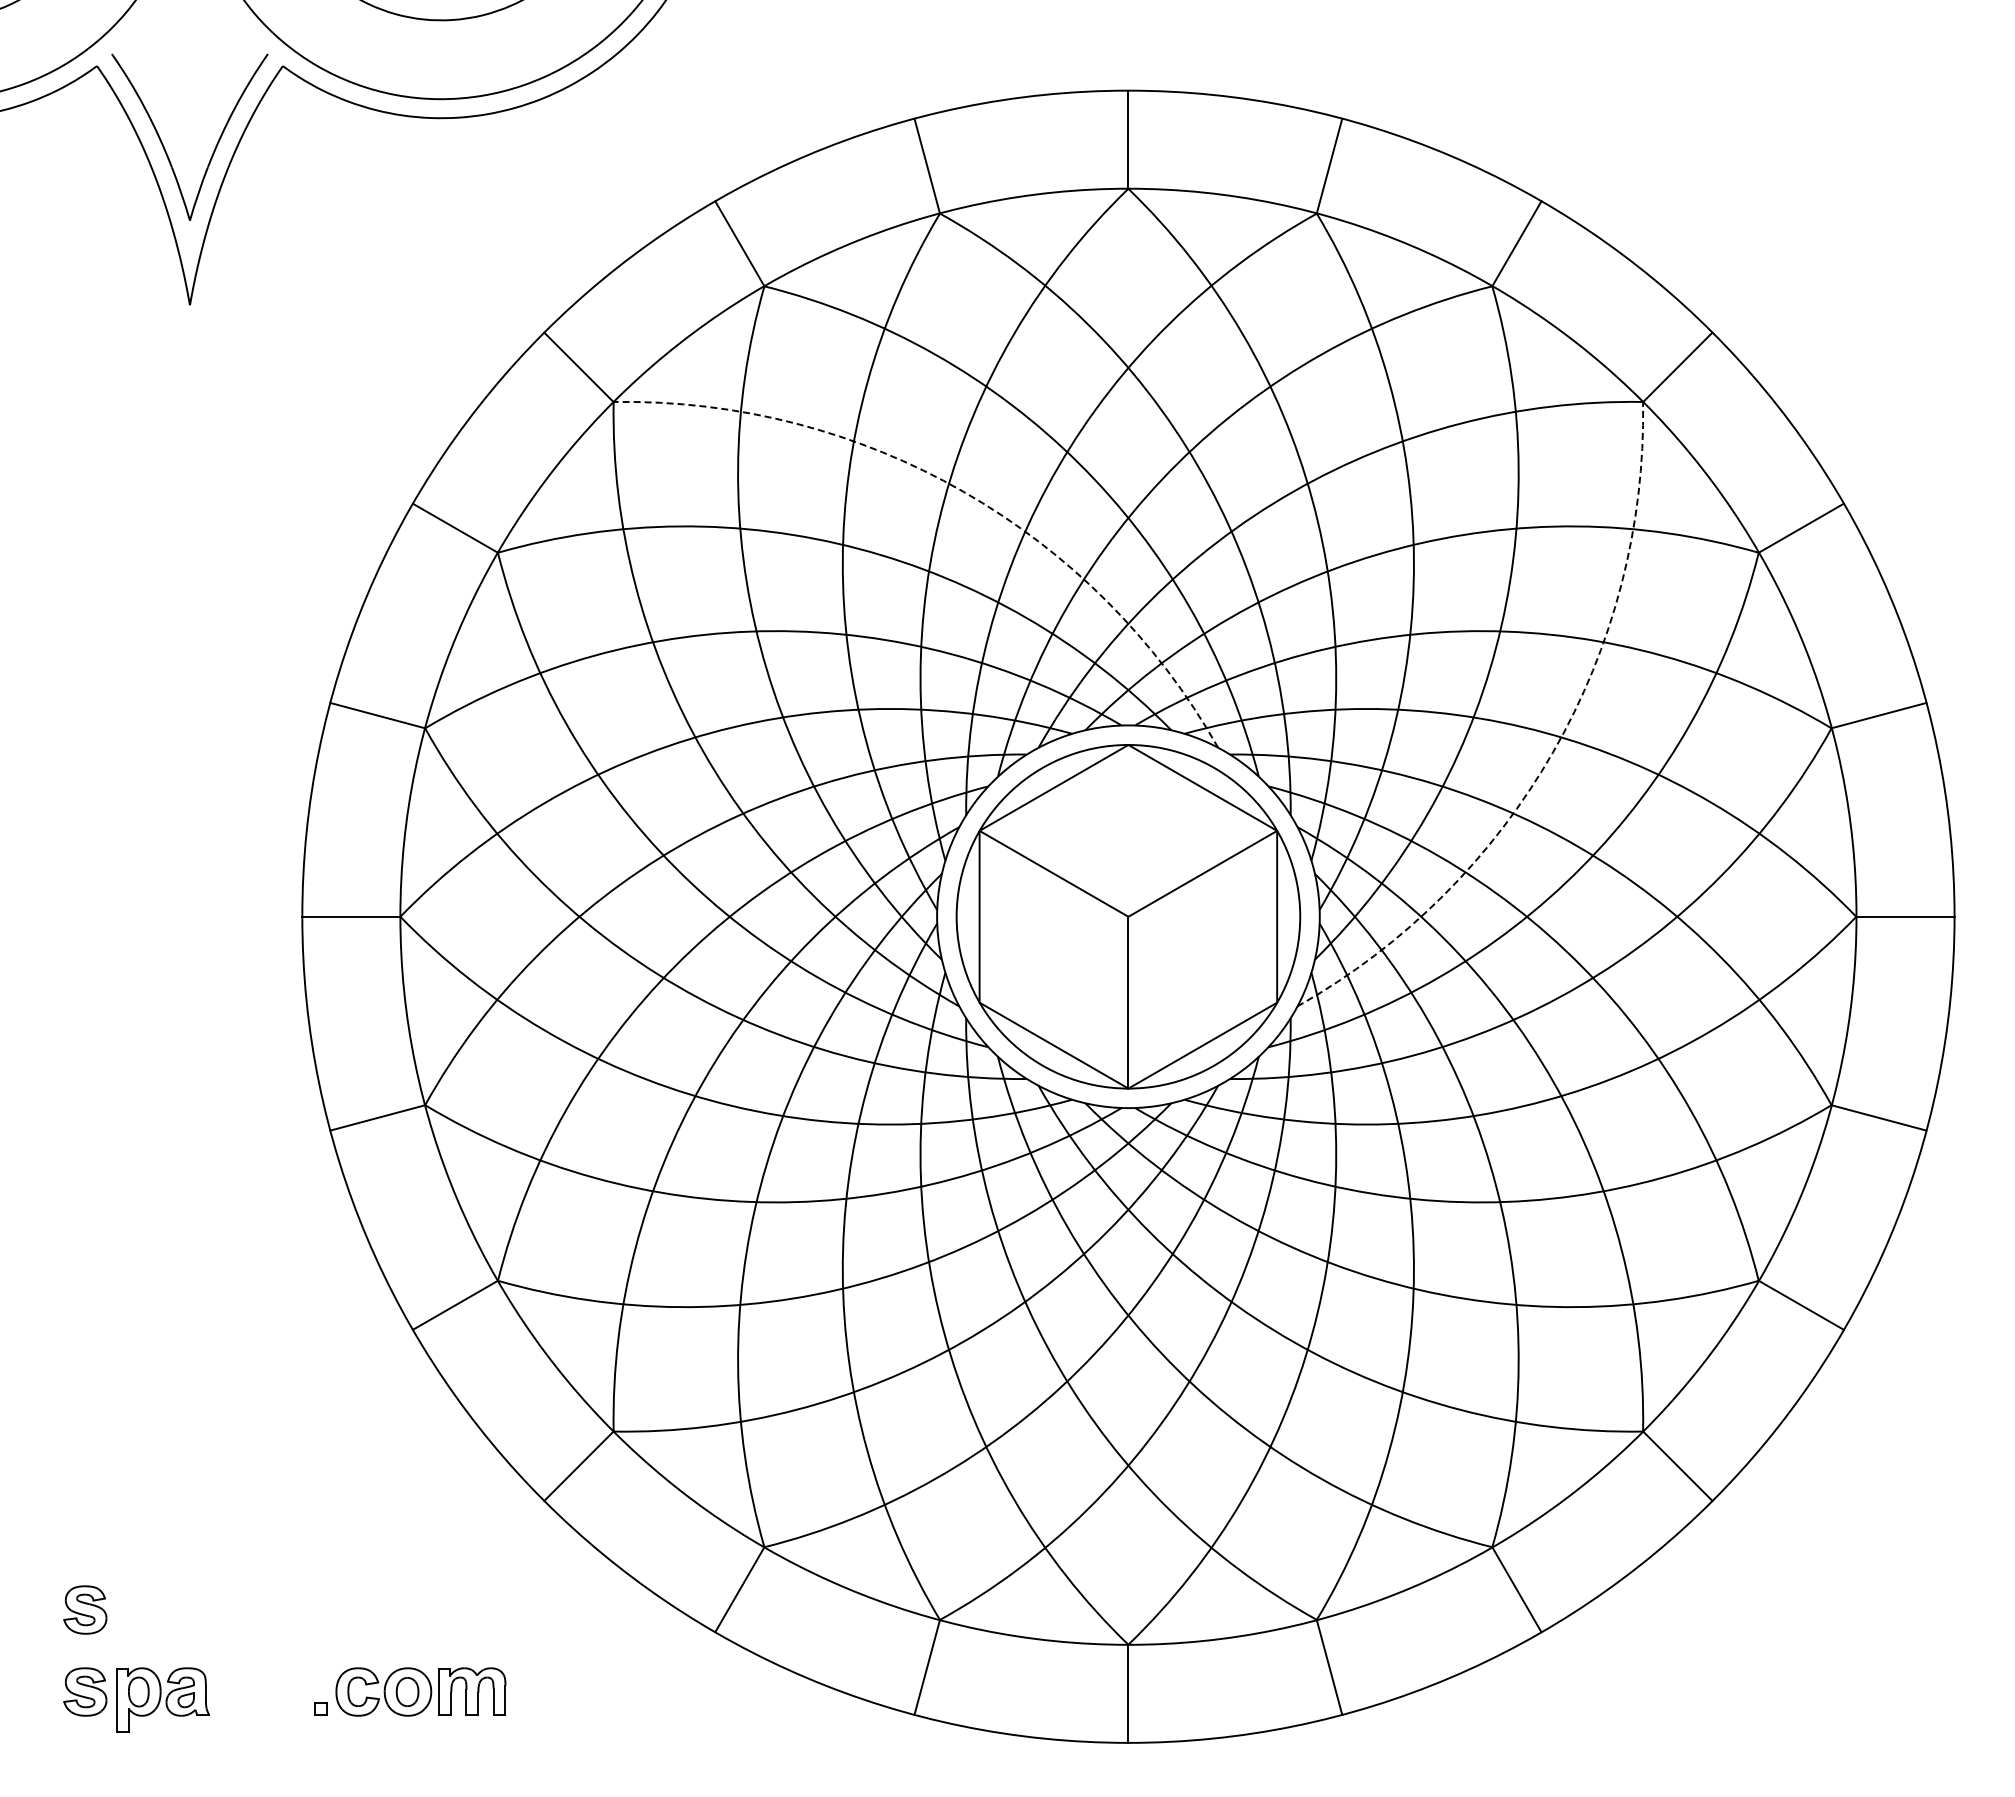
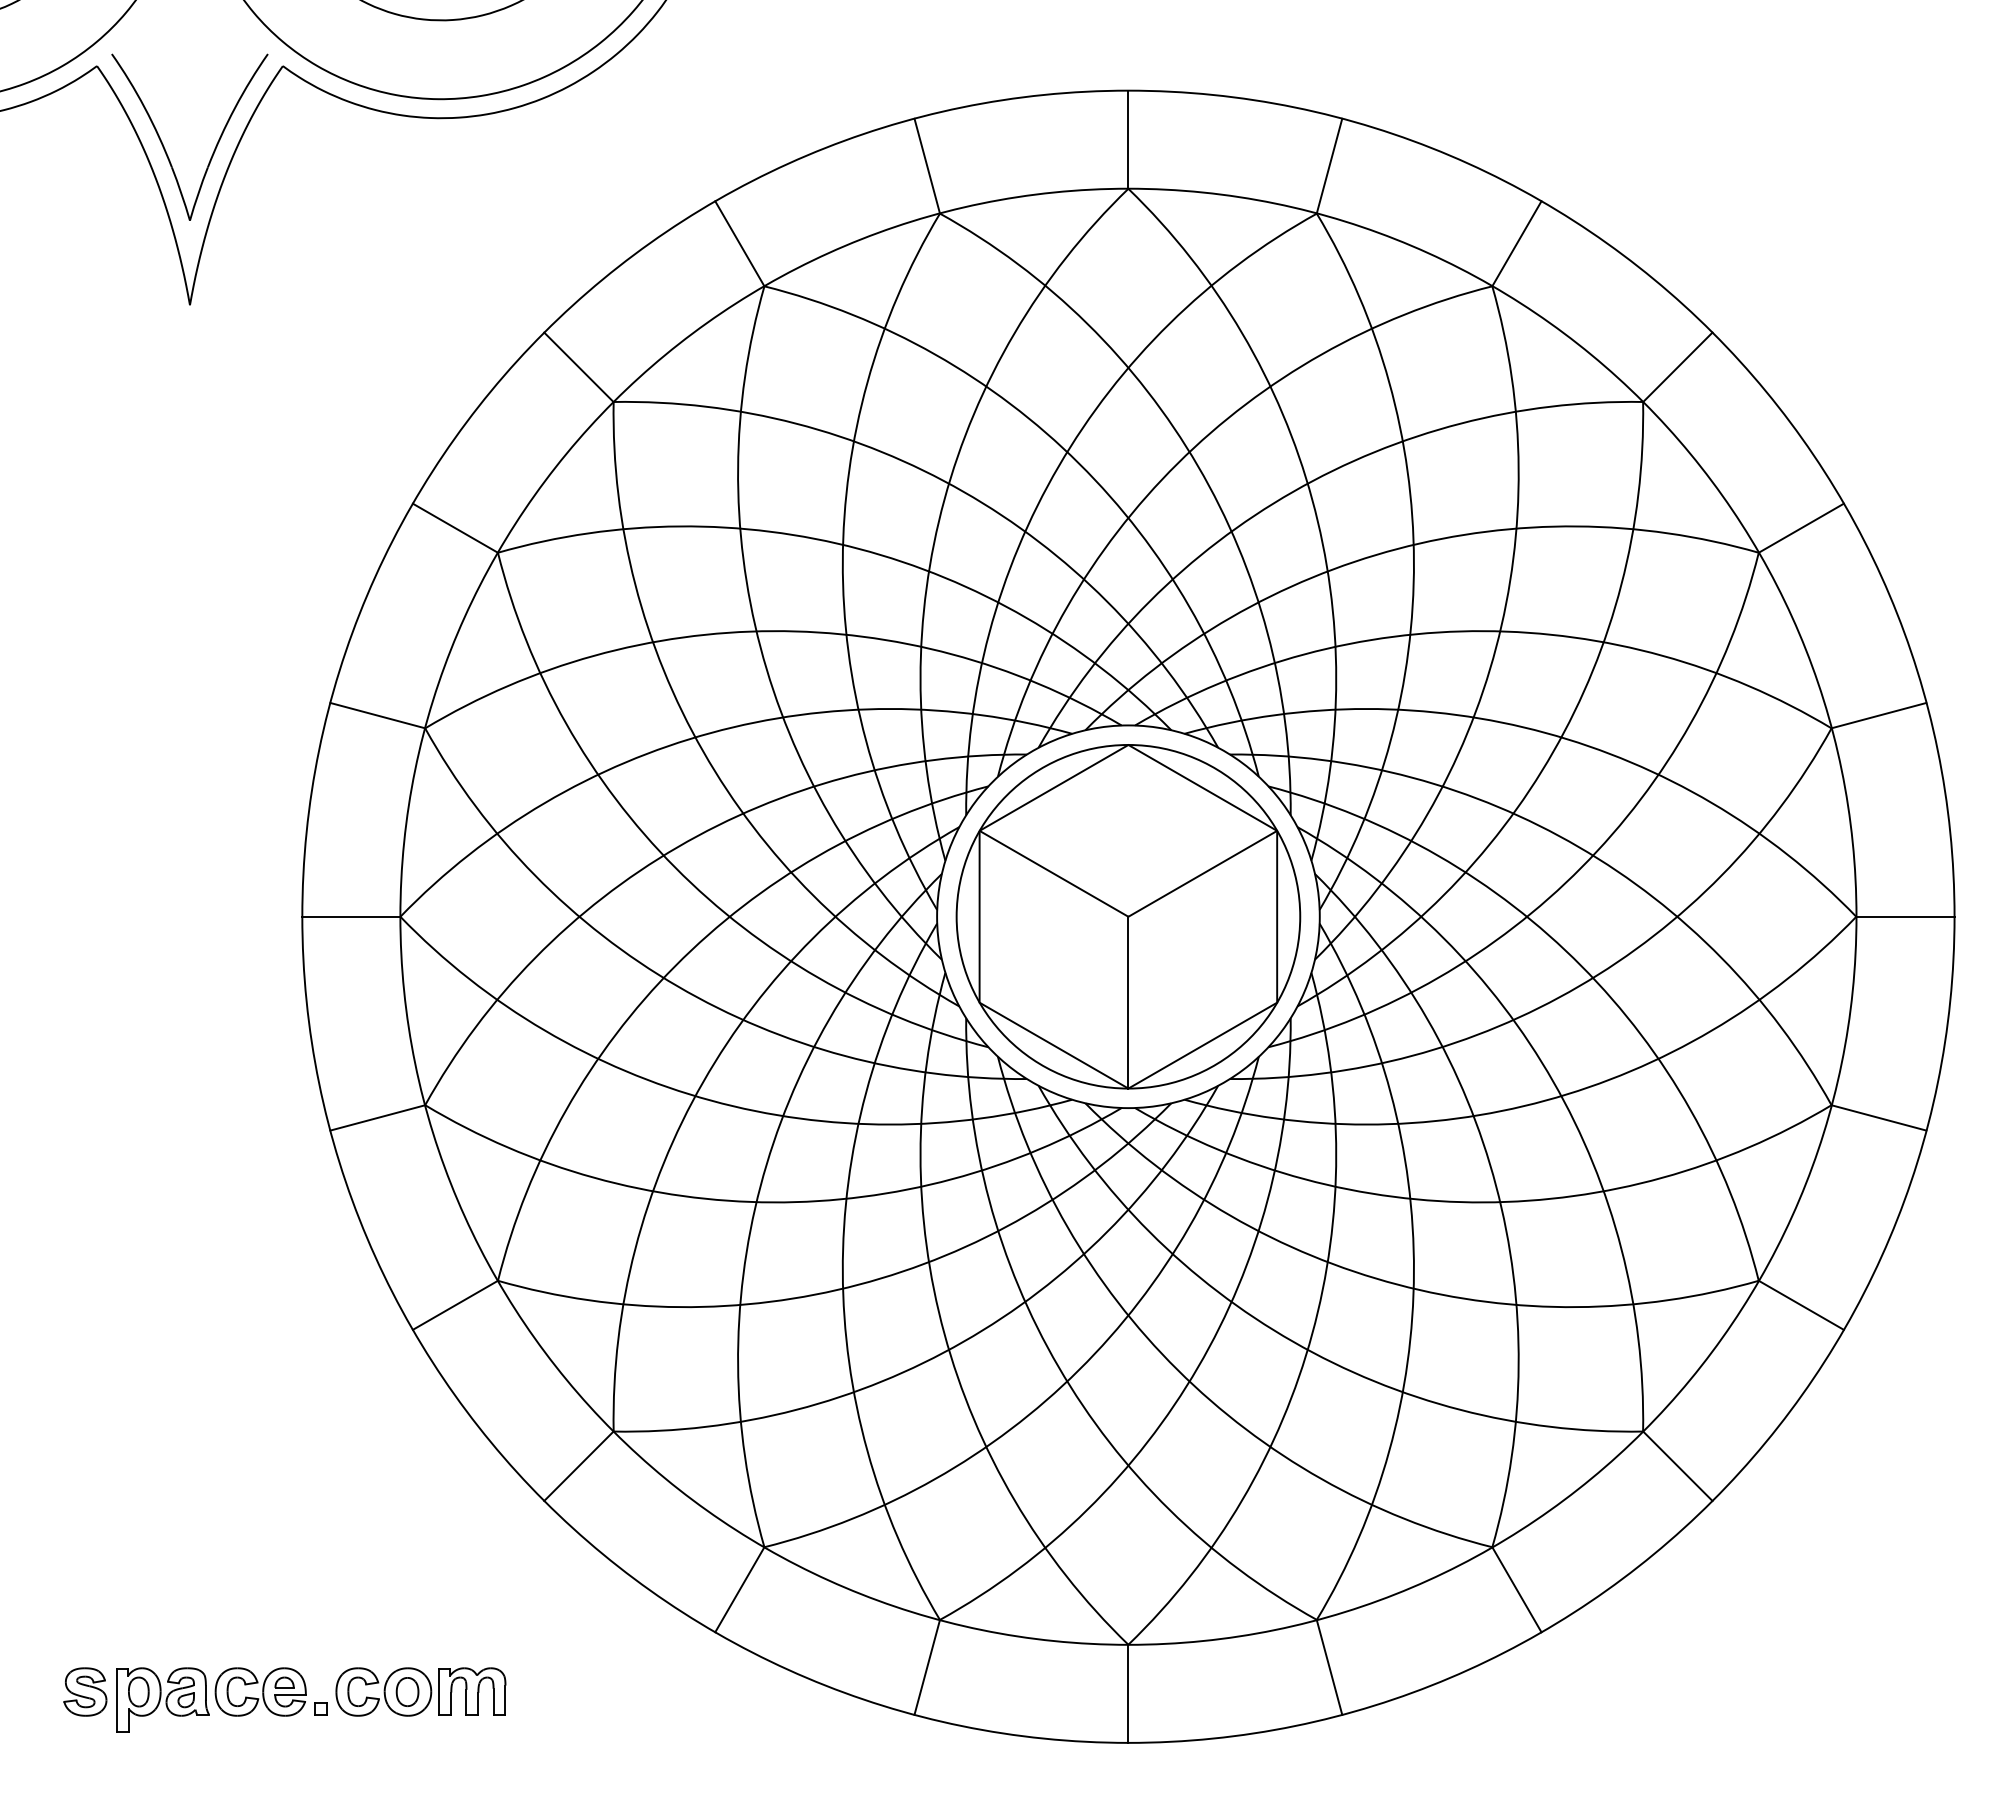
arc at (963, 491): dashed -> solid
arc at (1553, 751): dashed -> solid
part at (85, 1609): present -> none
part at (260, 1691): none -> present
